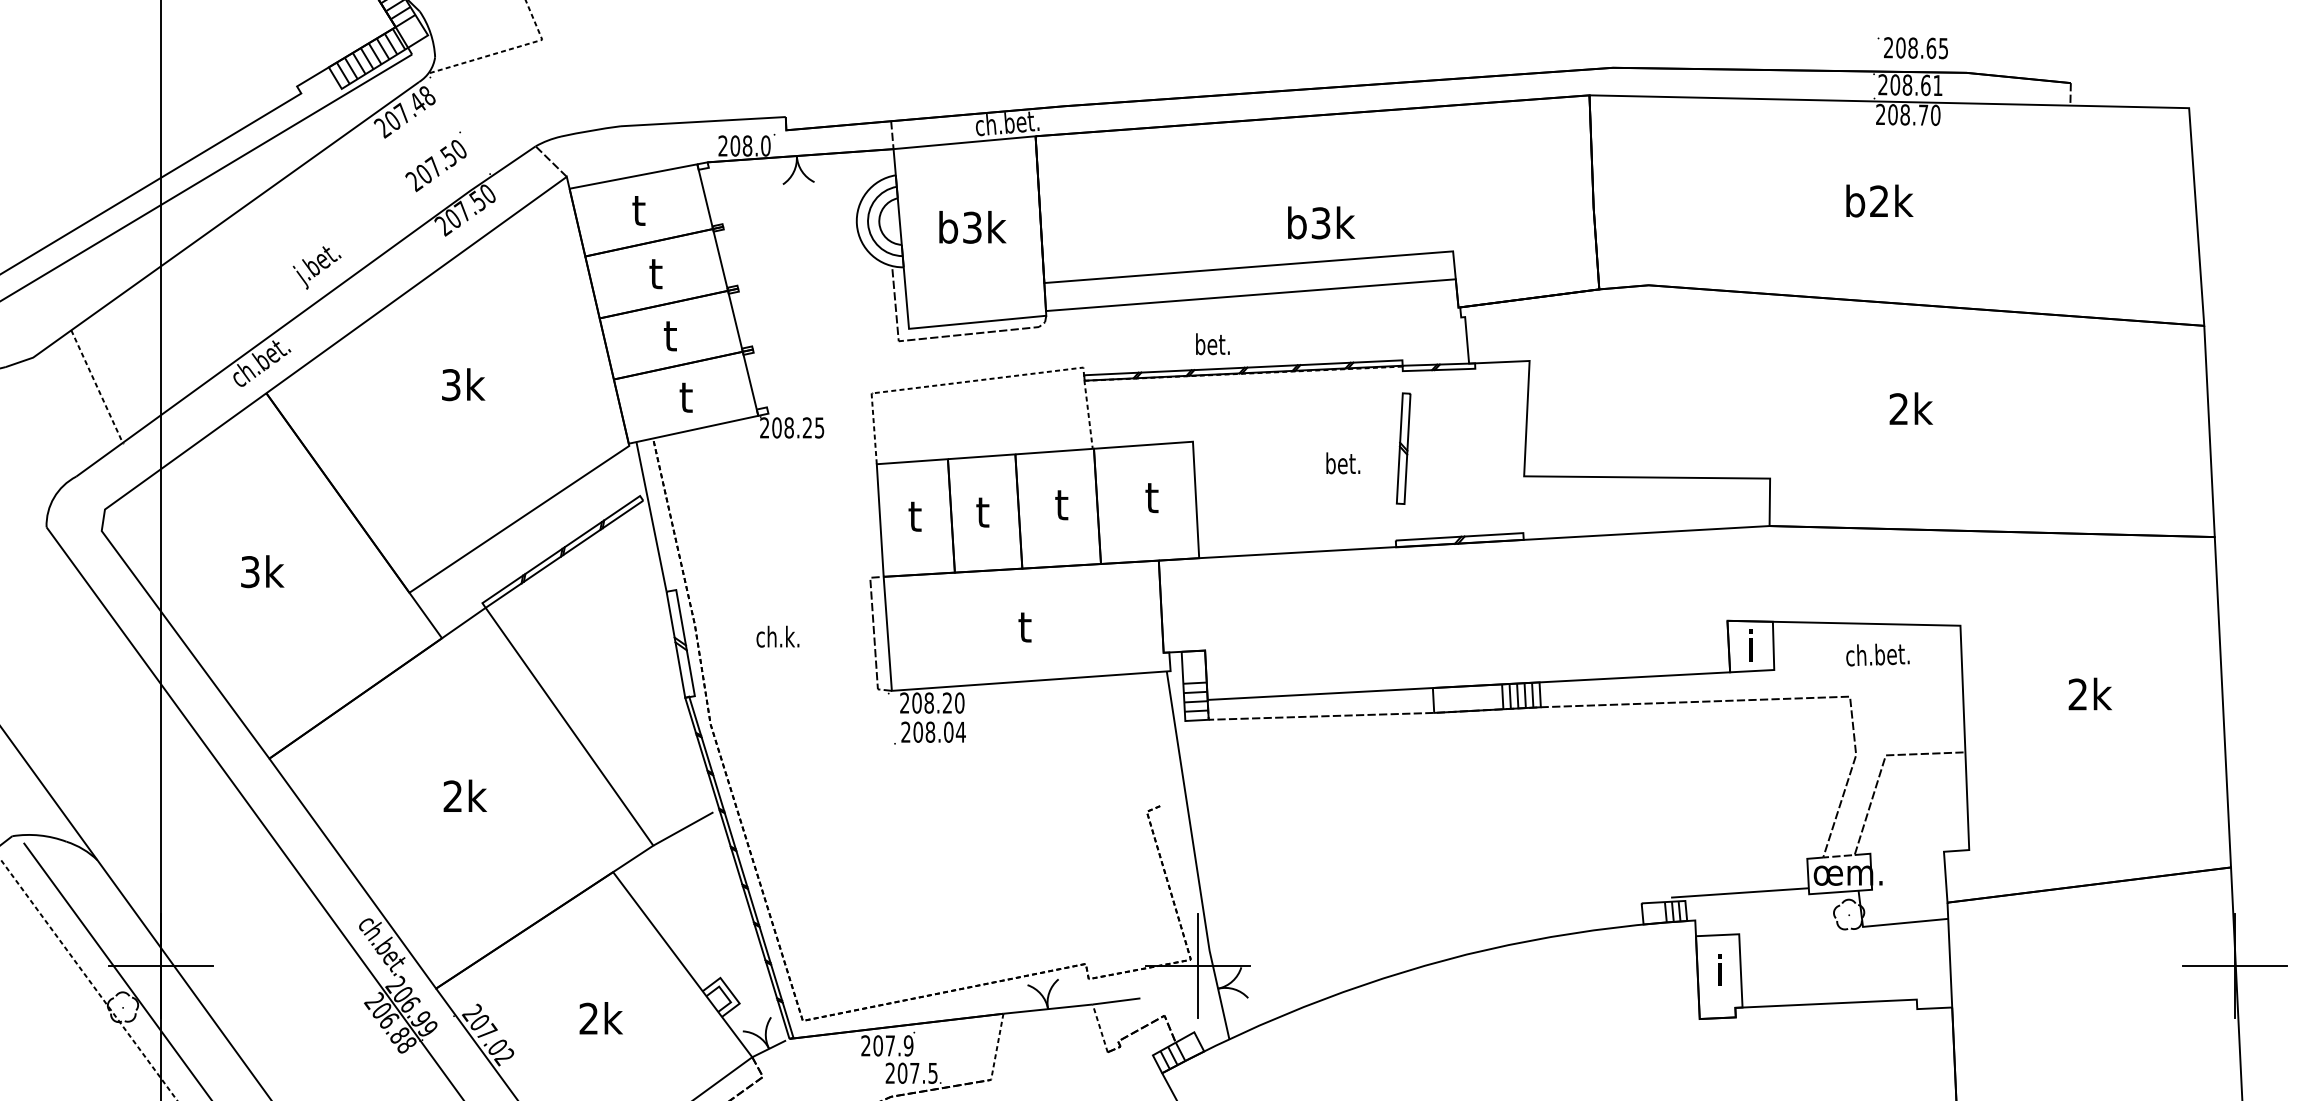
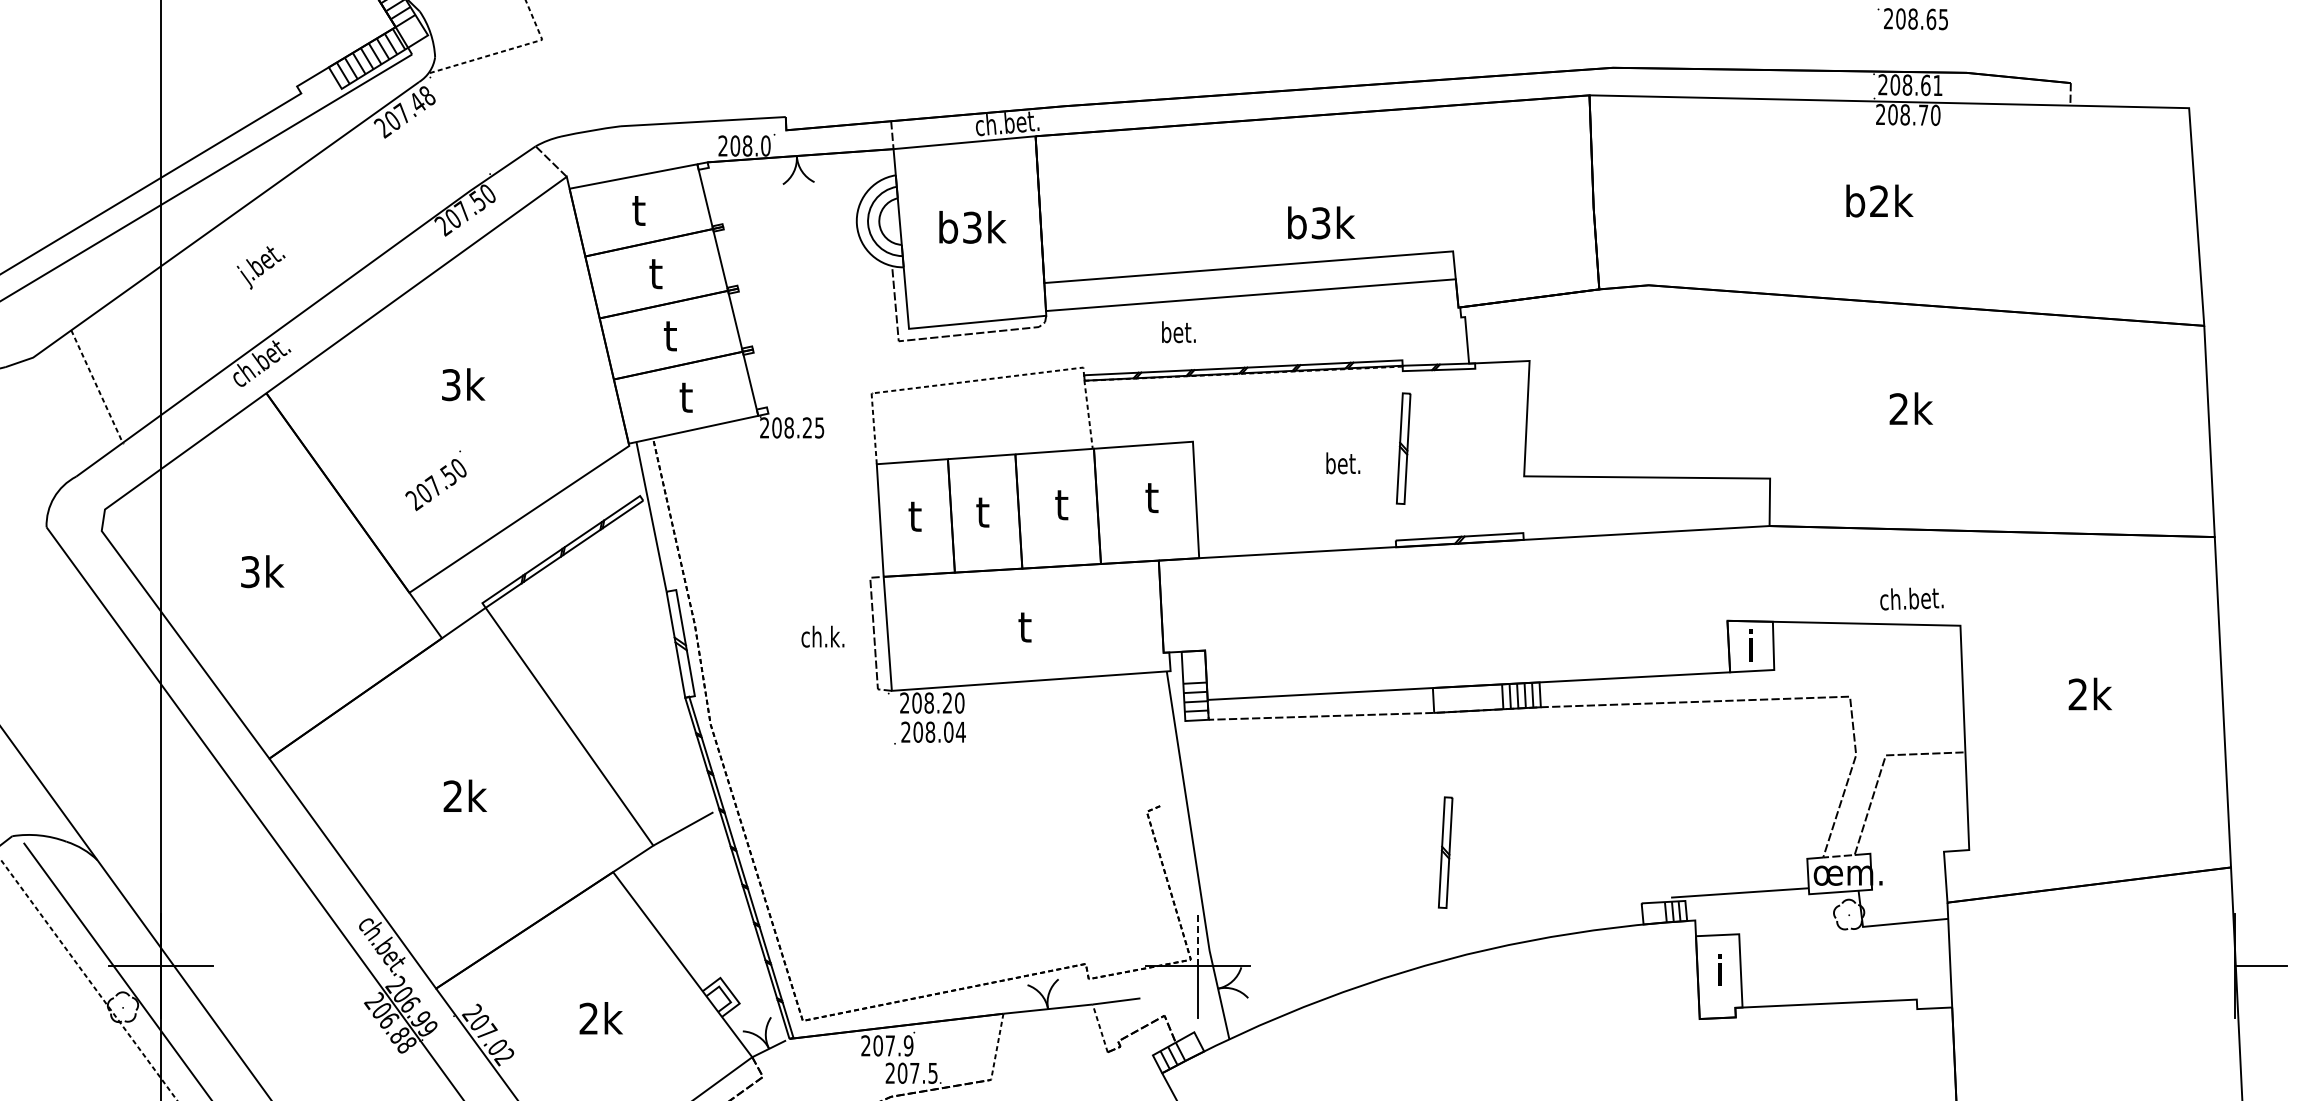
text at (1912, 48) position: (1912, 48) -> (1912, 19)
text at (435, 161) position: (435, 161) -> (435, 480)
text at (316, 267) position: (316, 267) -> (260, 267)
text at (1212, 344) position: (1212, 344) -> (1178, 332)
text at (777, 636) position: (777, 636) -> (822, 636)
text at (1877, 654) position: (1877, 654) -> (1911, 598)
part at (1445, 852): none -> present
line at (1197, 939): solid -> dashed
line at (2208, 965): present -> none
